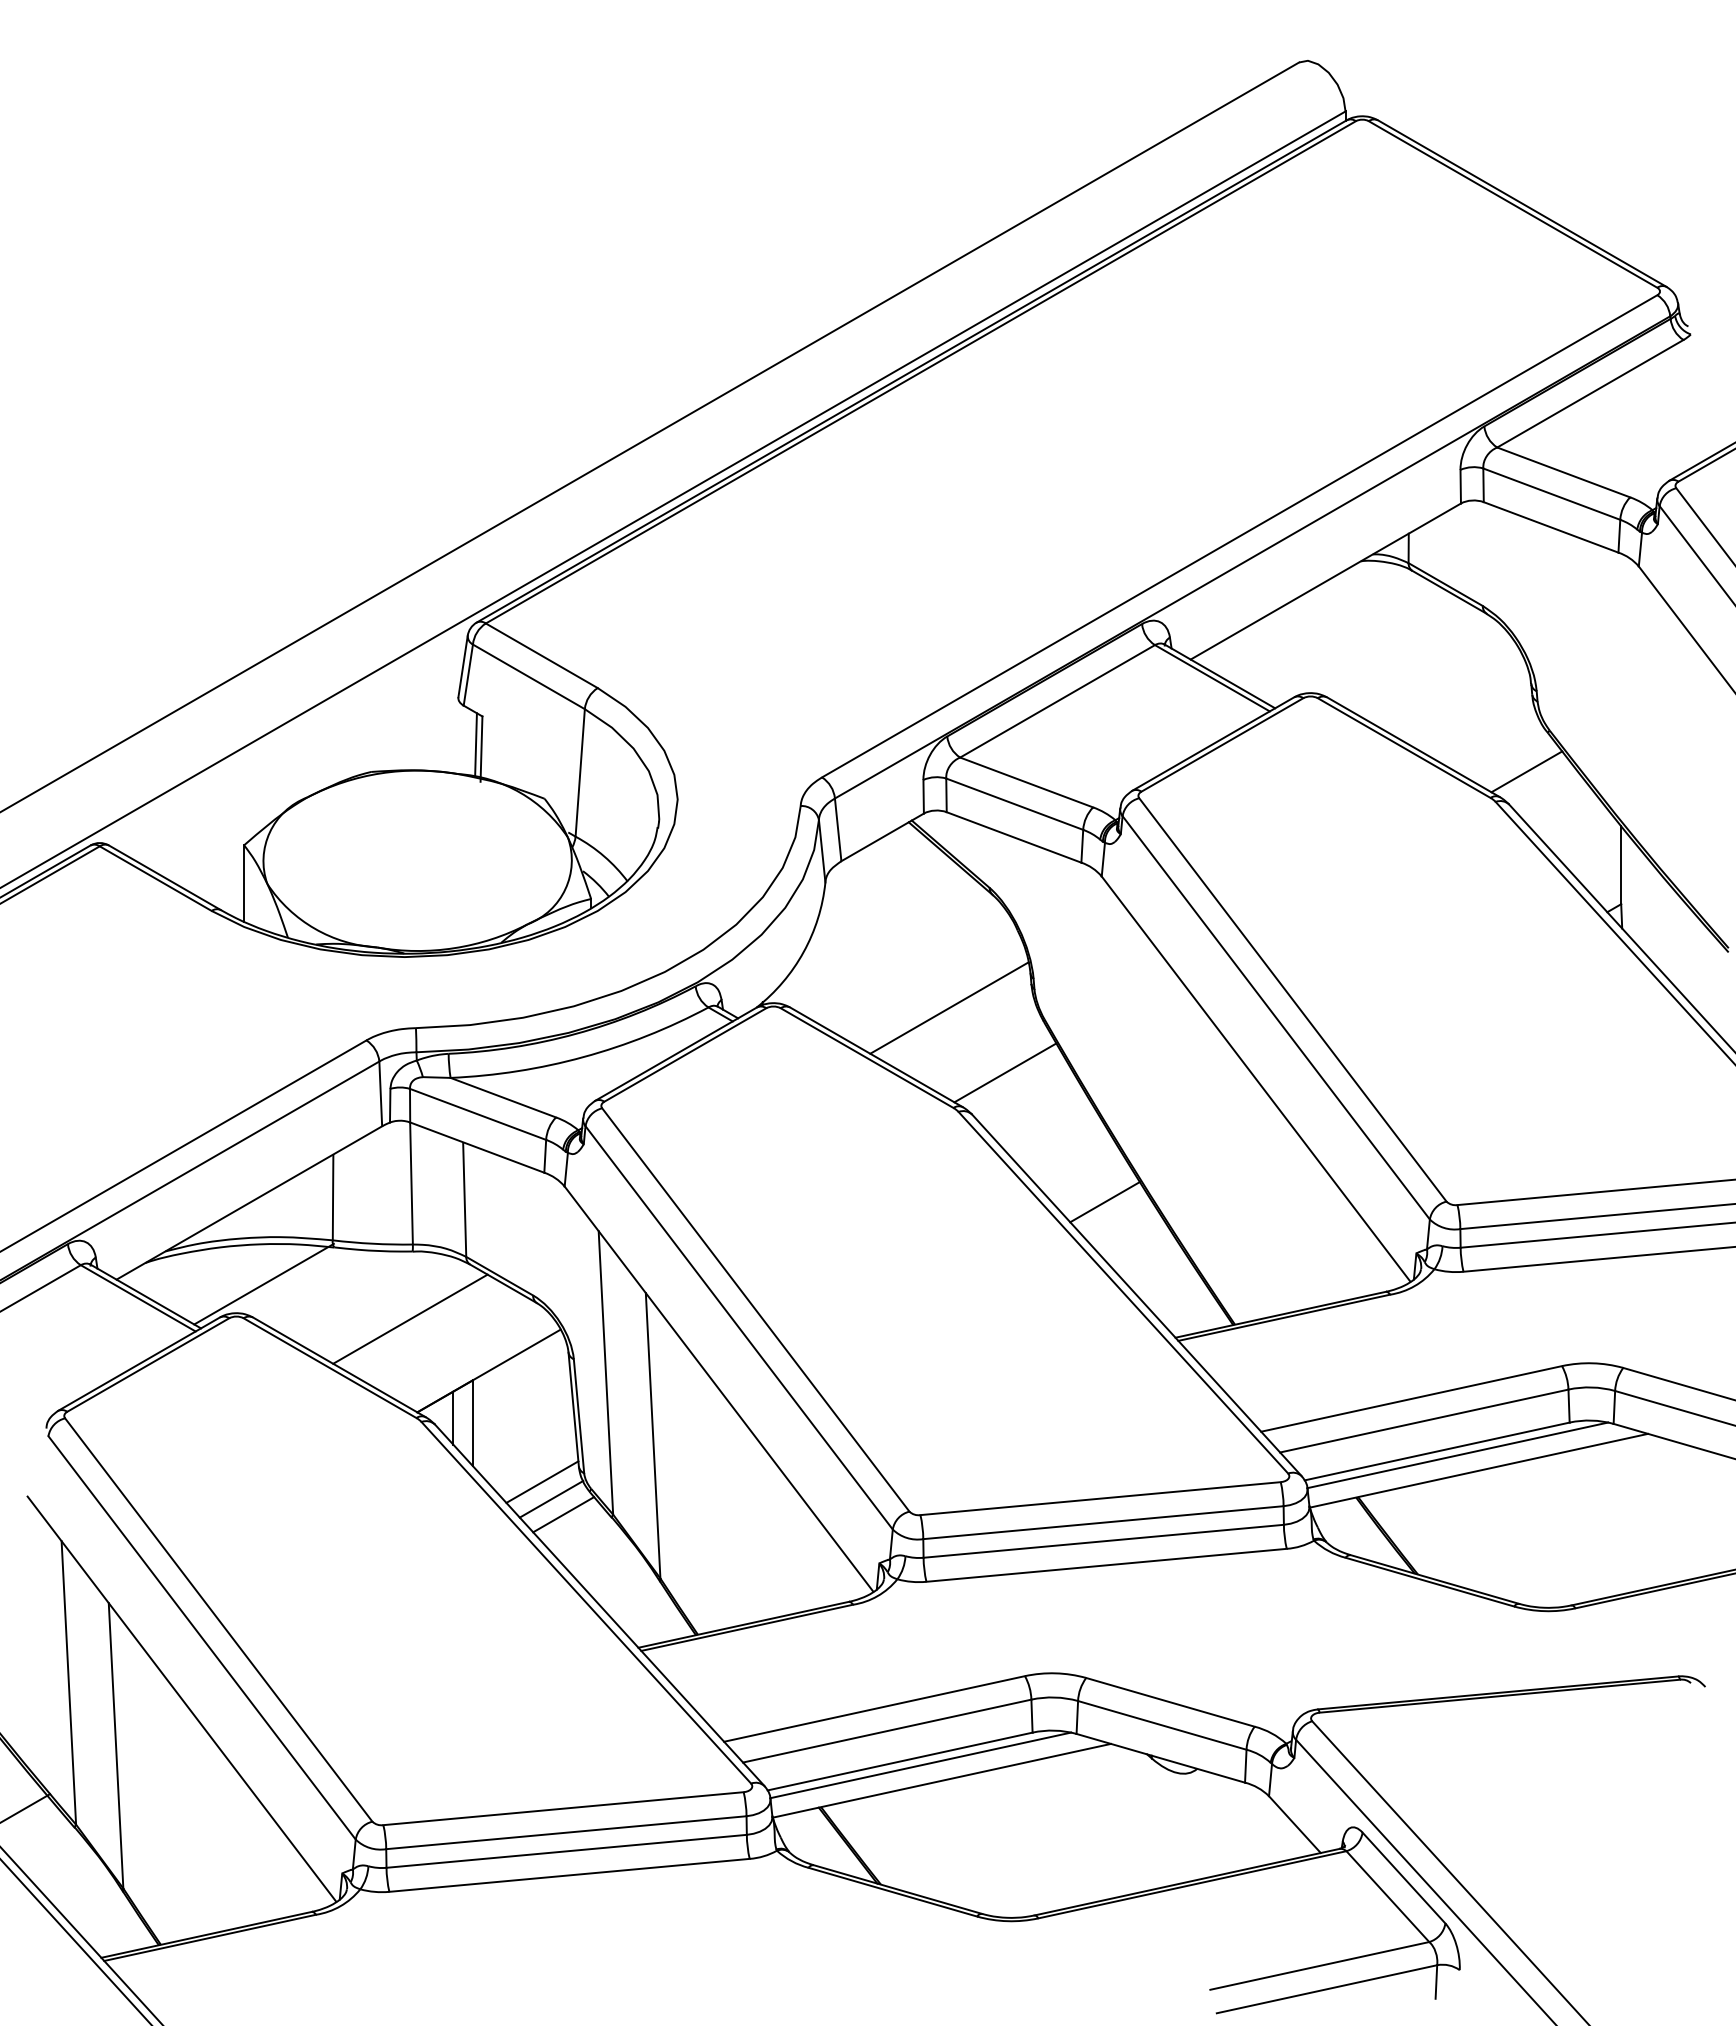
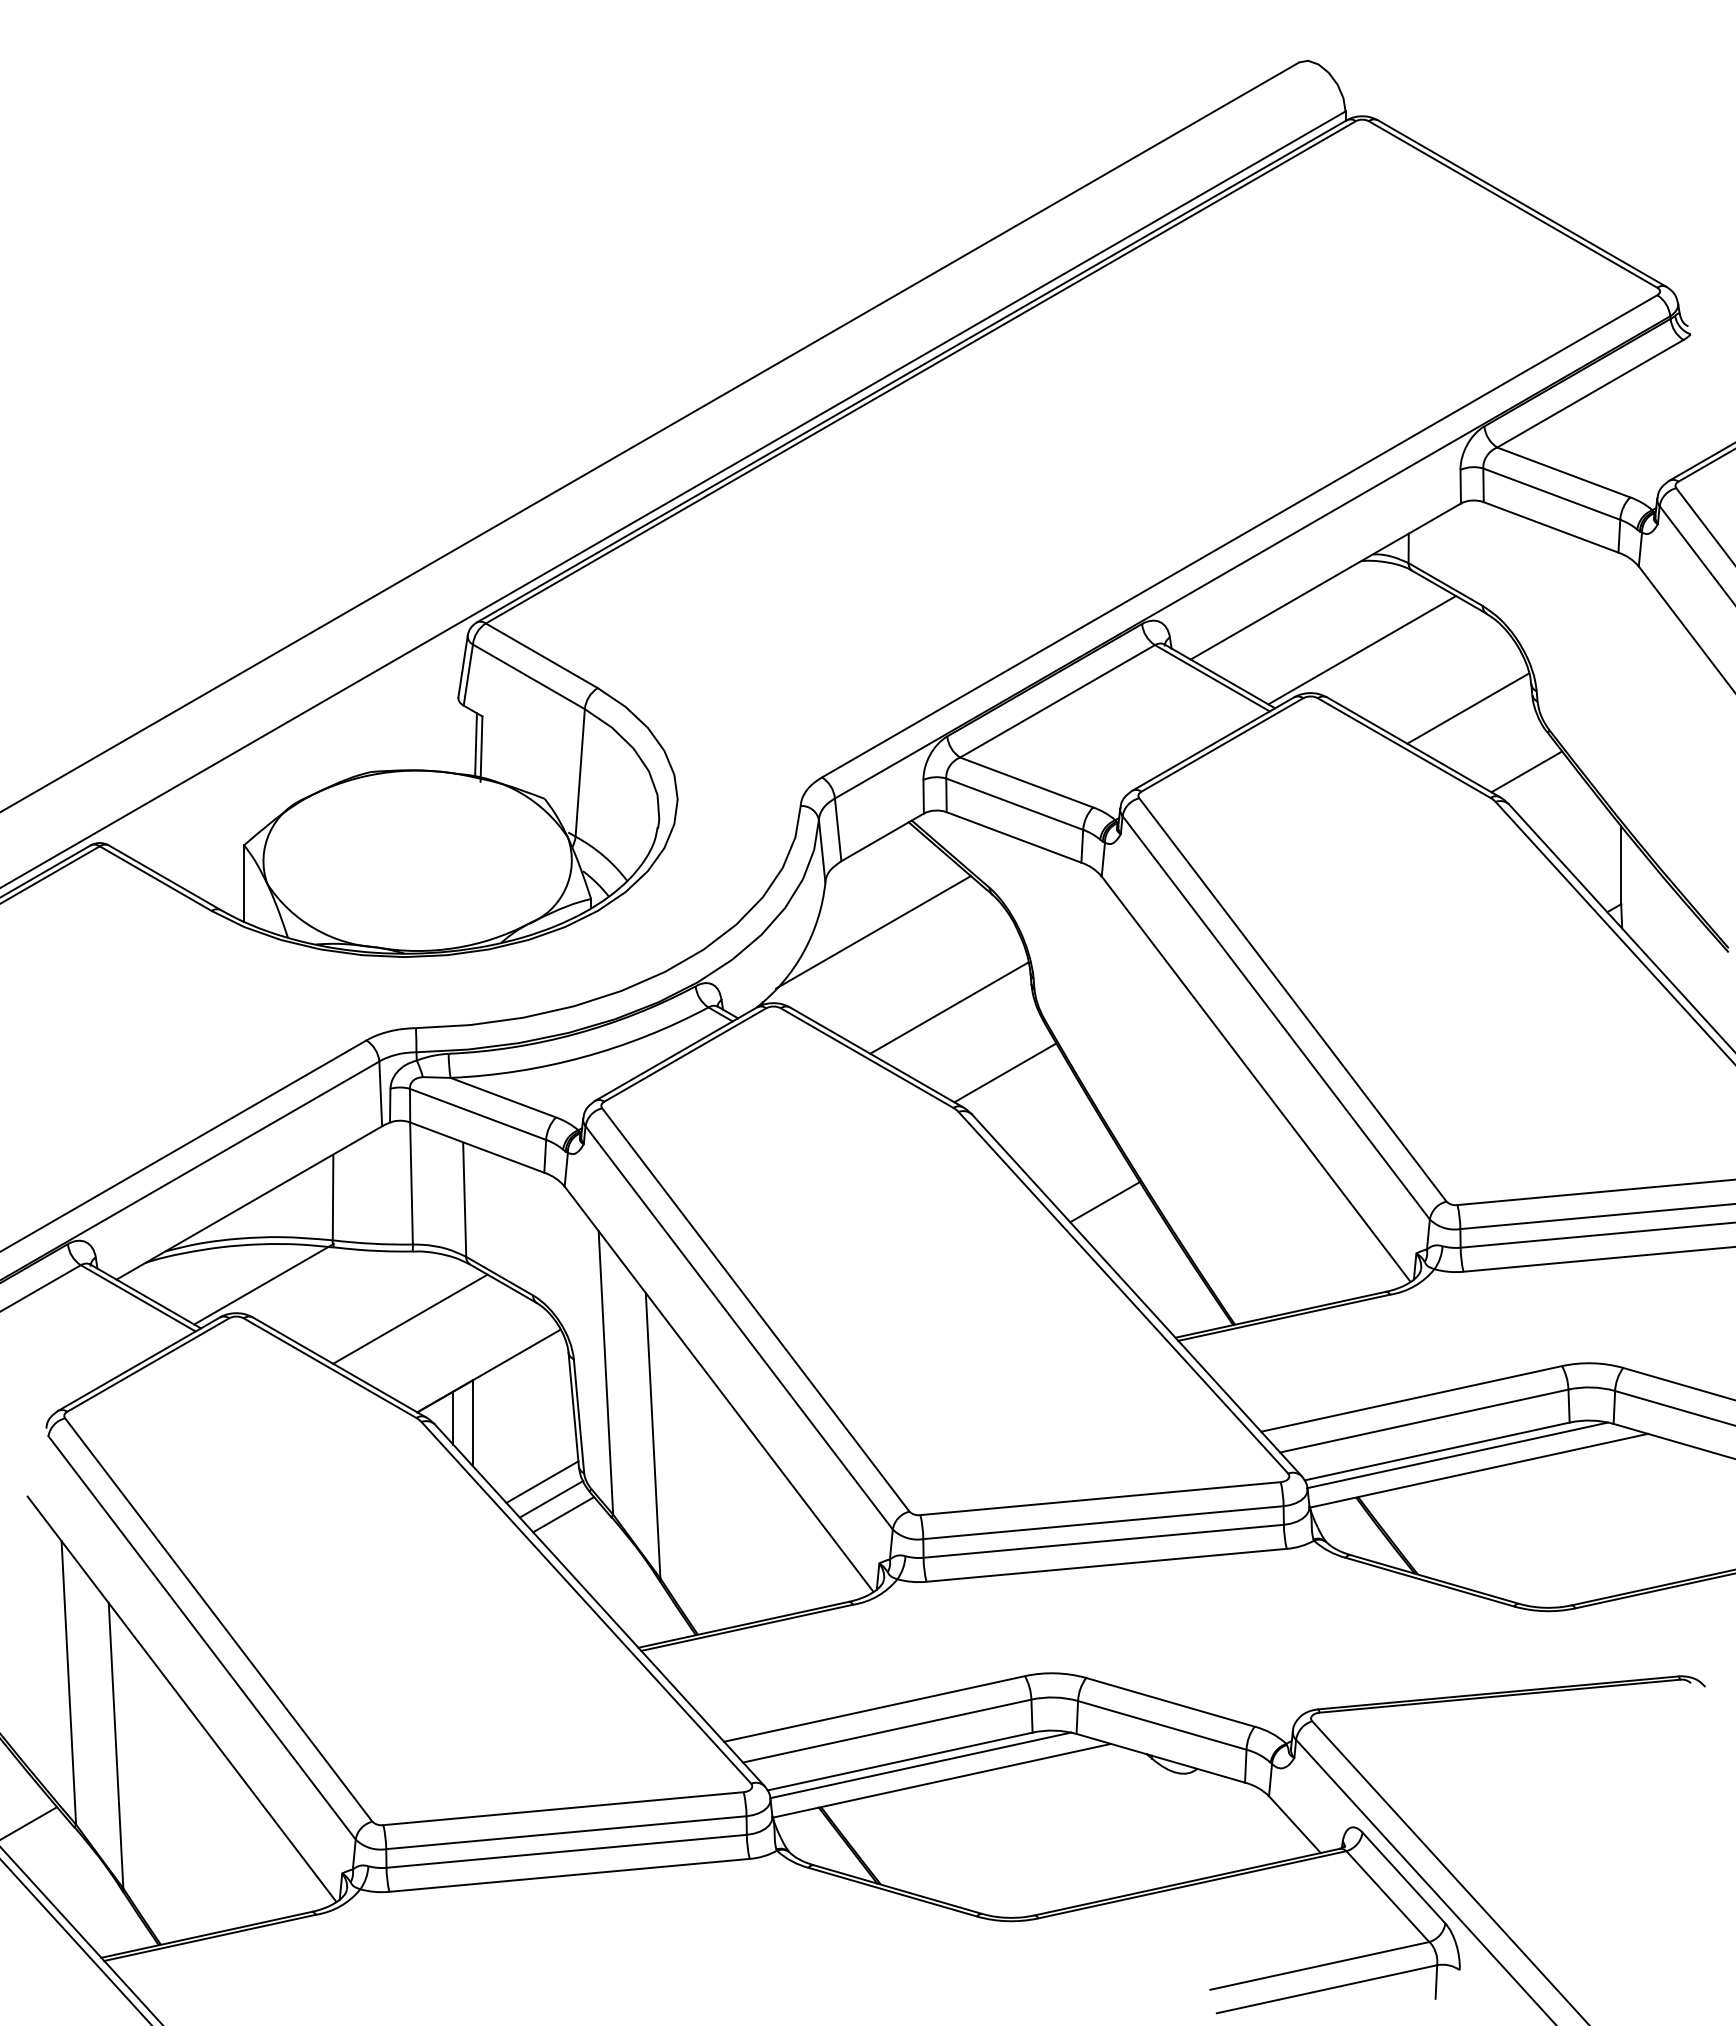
line at (1362, 650): none -> present
line at (1468, 708): none -> present
line at (873, 932): none -> present
line at (26, 1807) position: (26, 1807) -> (29, 1822)
